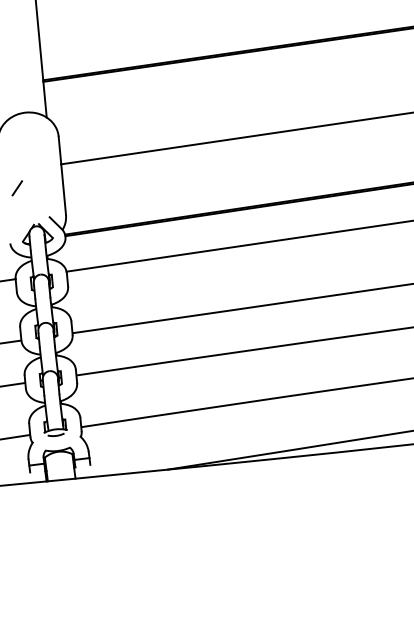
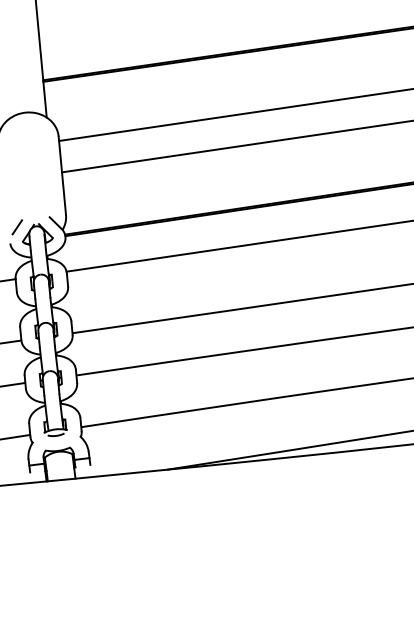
line at (234, 115): none -> present
line at (235, 138) position: (235, 138) -> (236, 146)
line at (17, 188) position: (17, 188) -> (17, 227)
